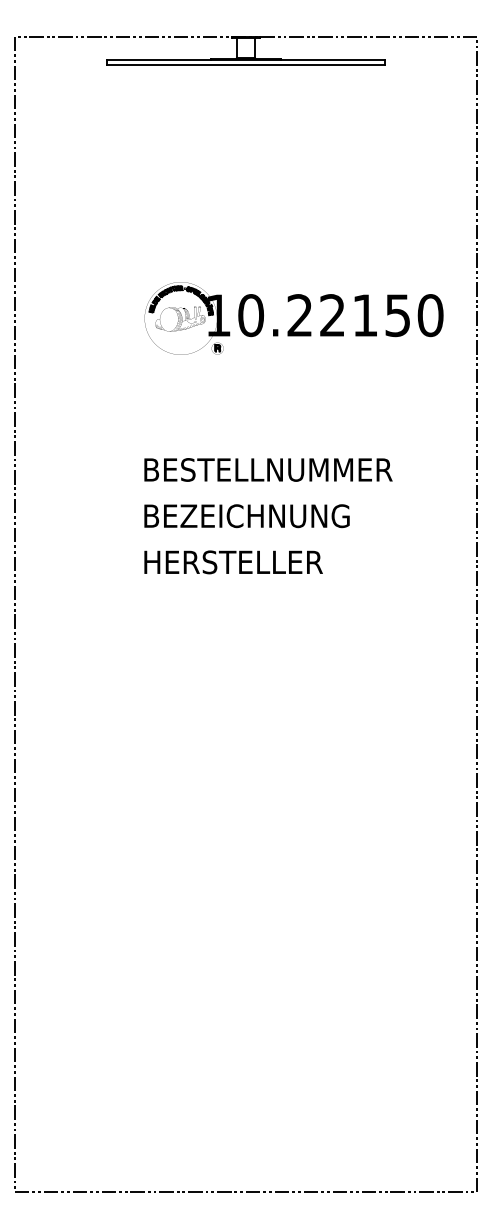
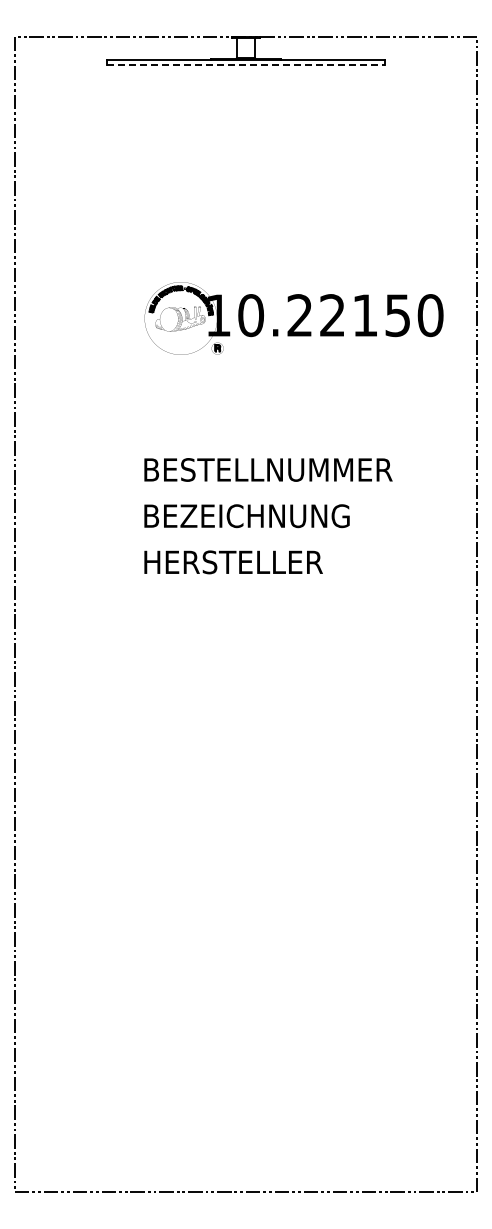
line at (246, 65): solid -> dashed
